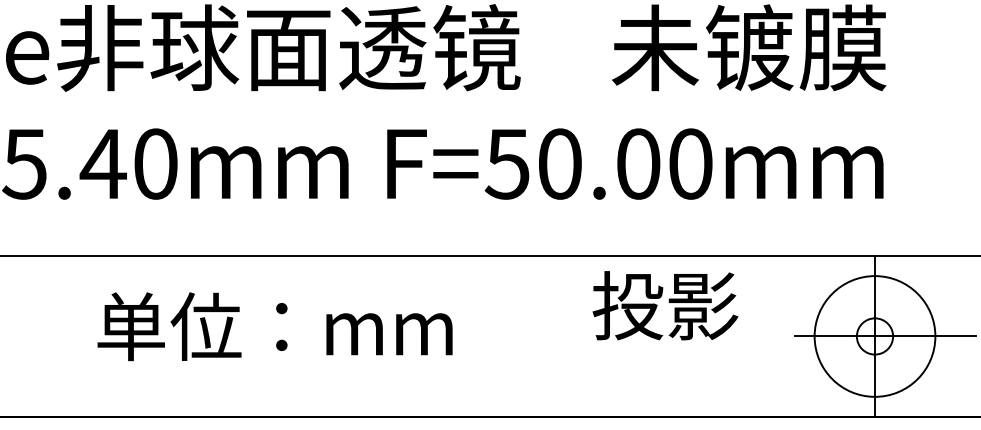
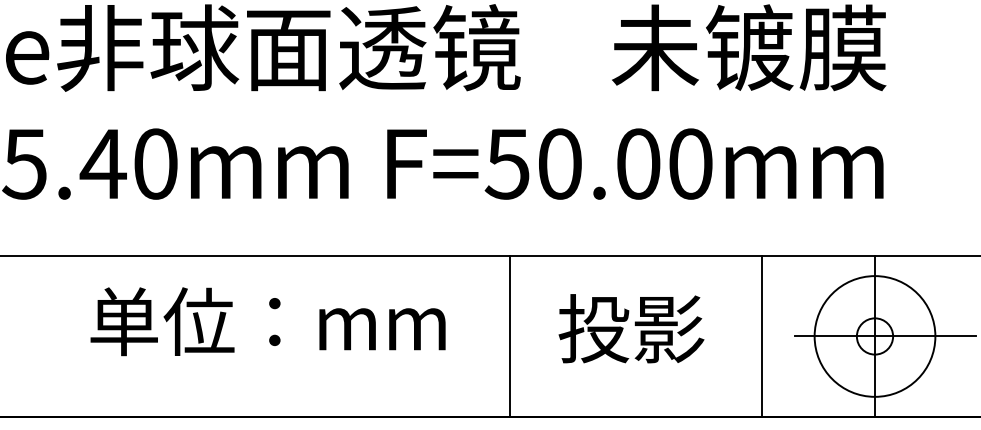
text at (665, 305) position: (665, 305) -> (631, 328)
text at (274, 326) position: (274, 326) -> (267, 321)
line at (509, 336): none -> present
line at (761, 336): none -> present
